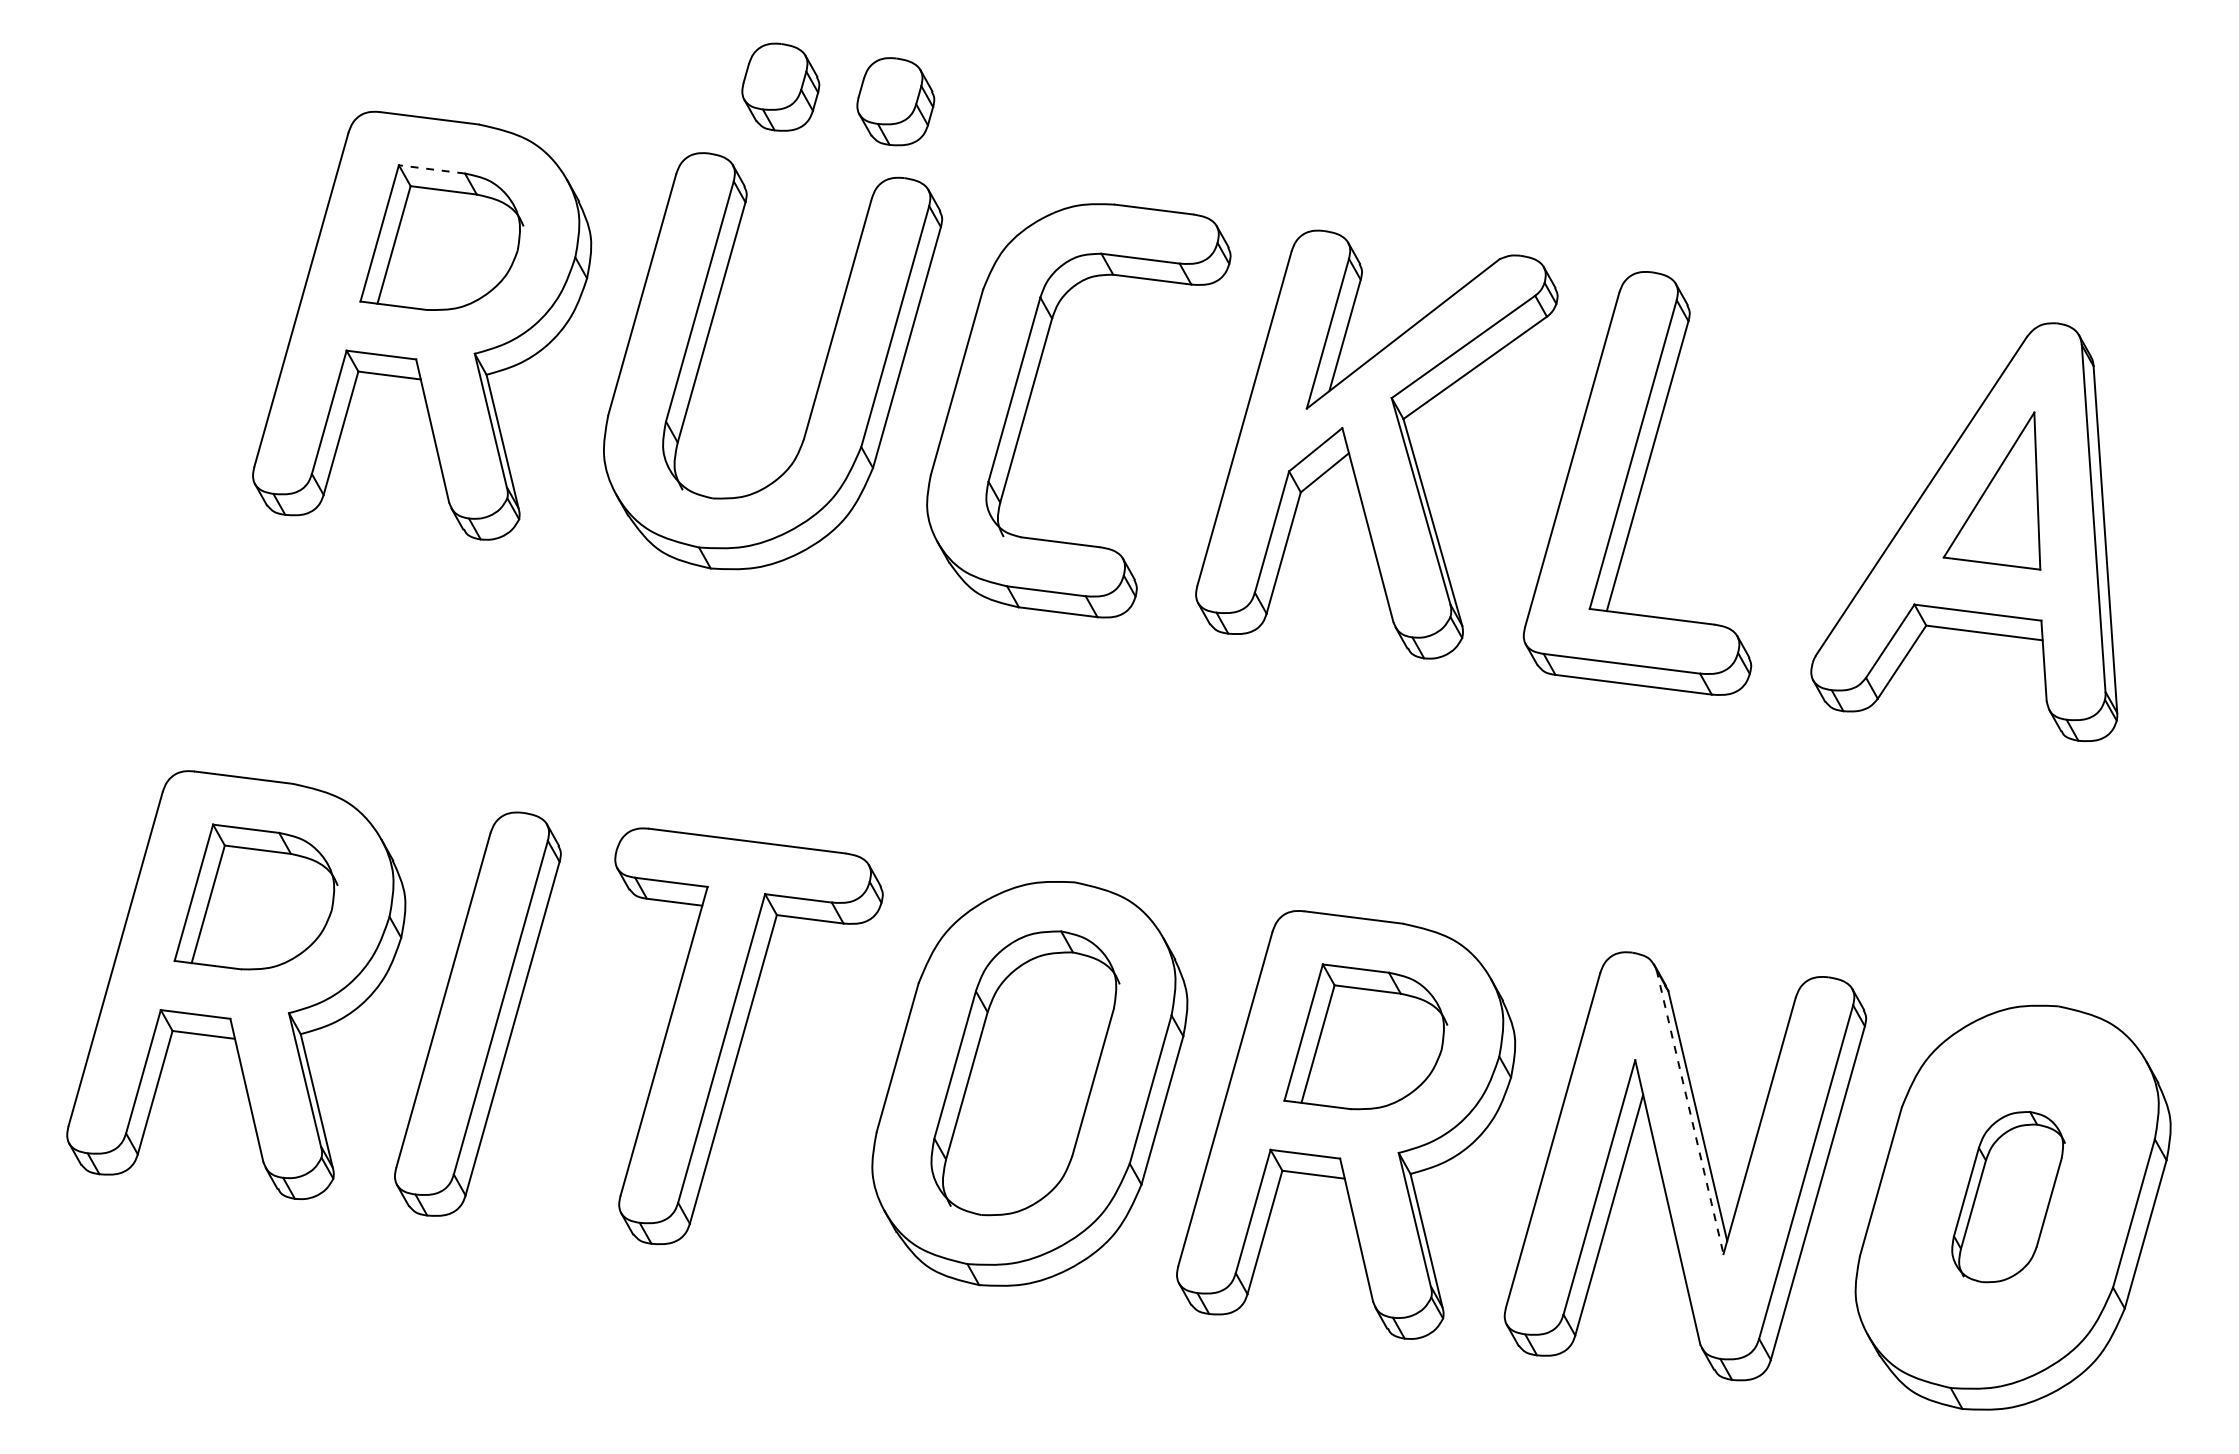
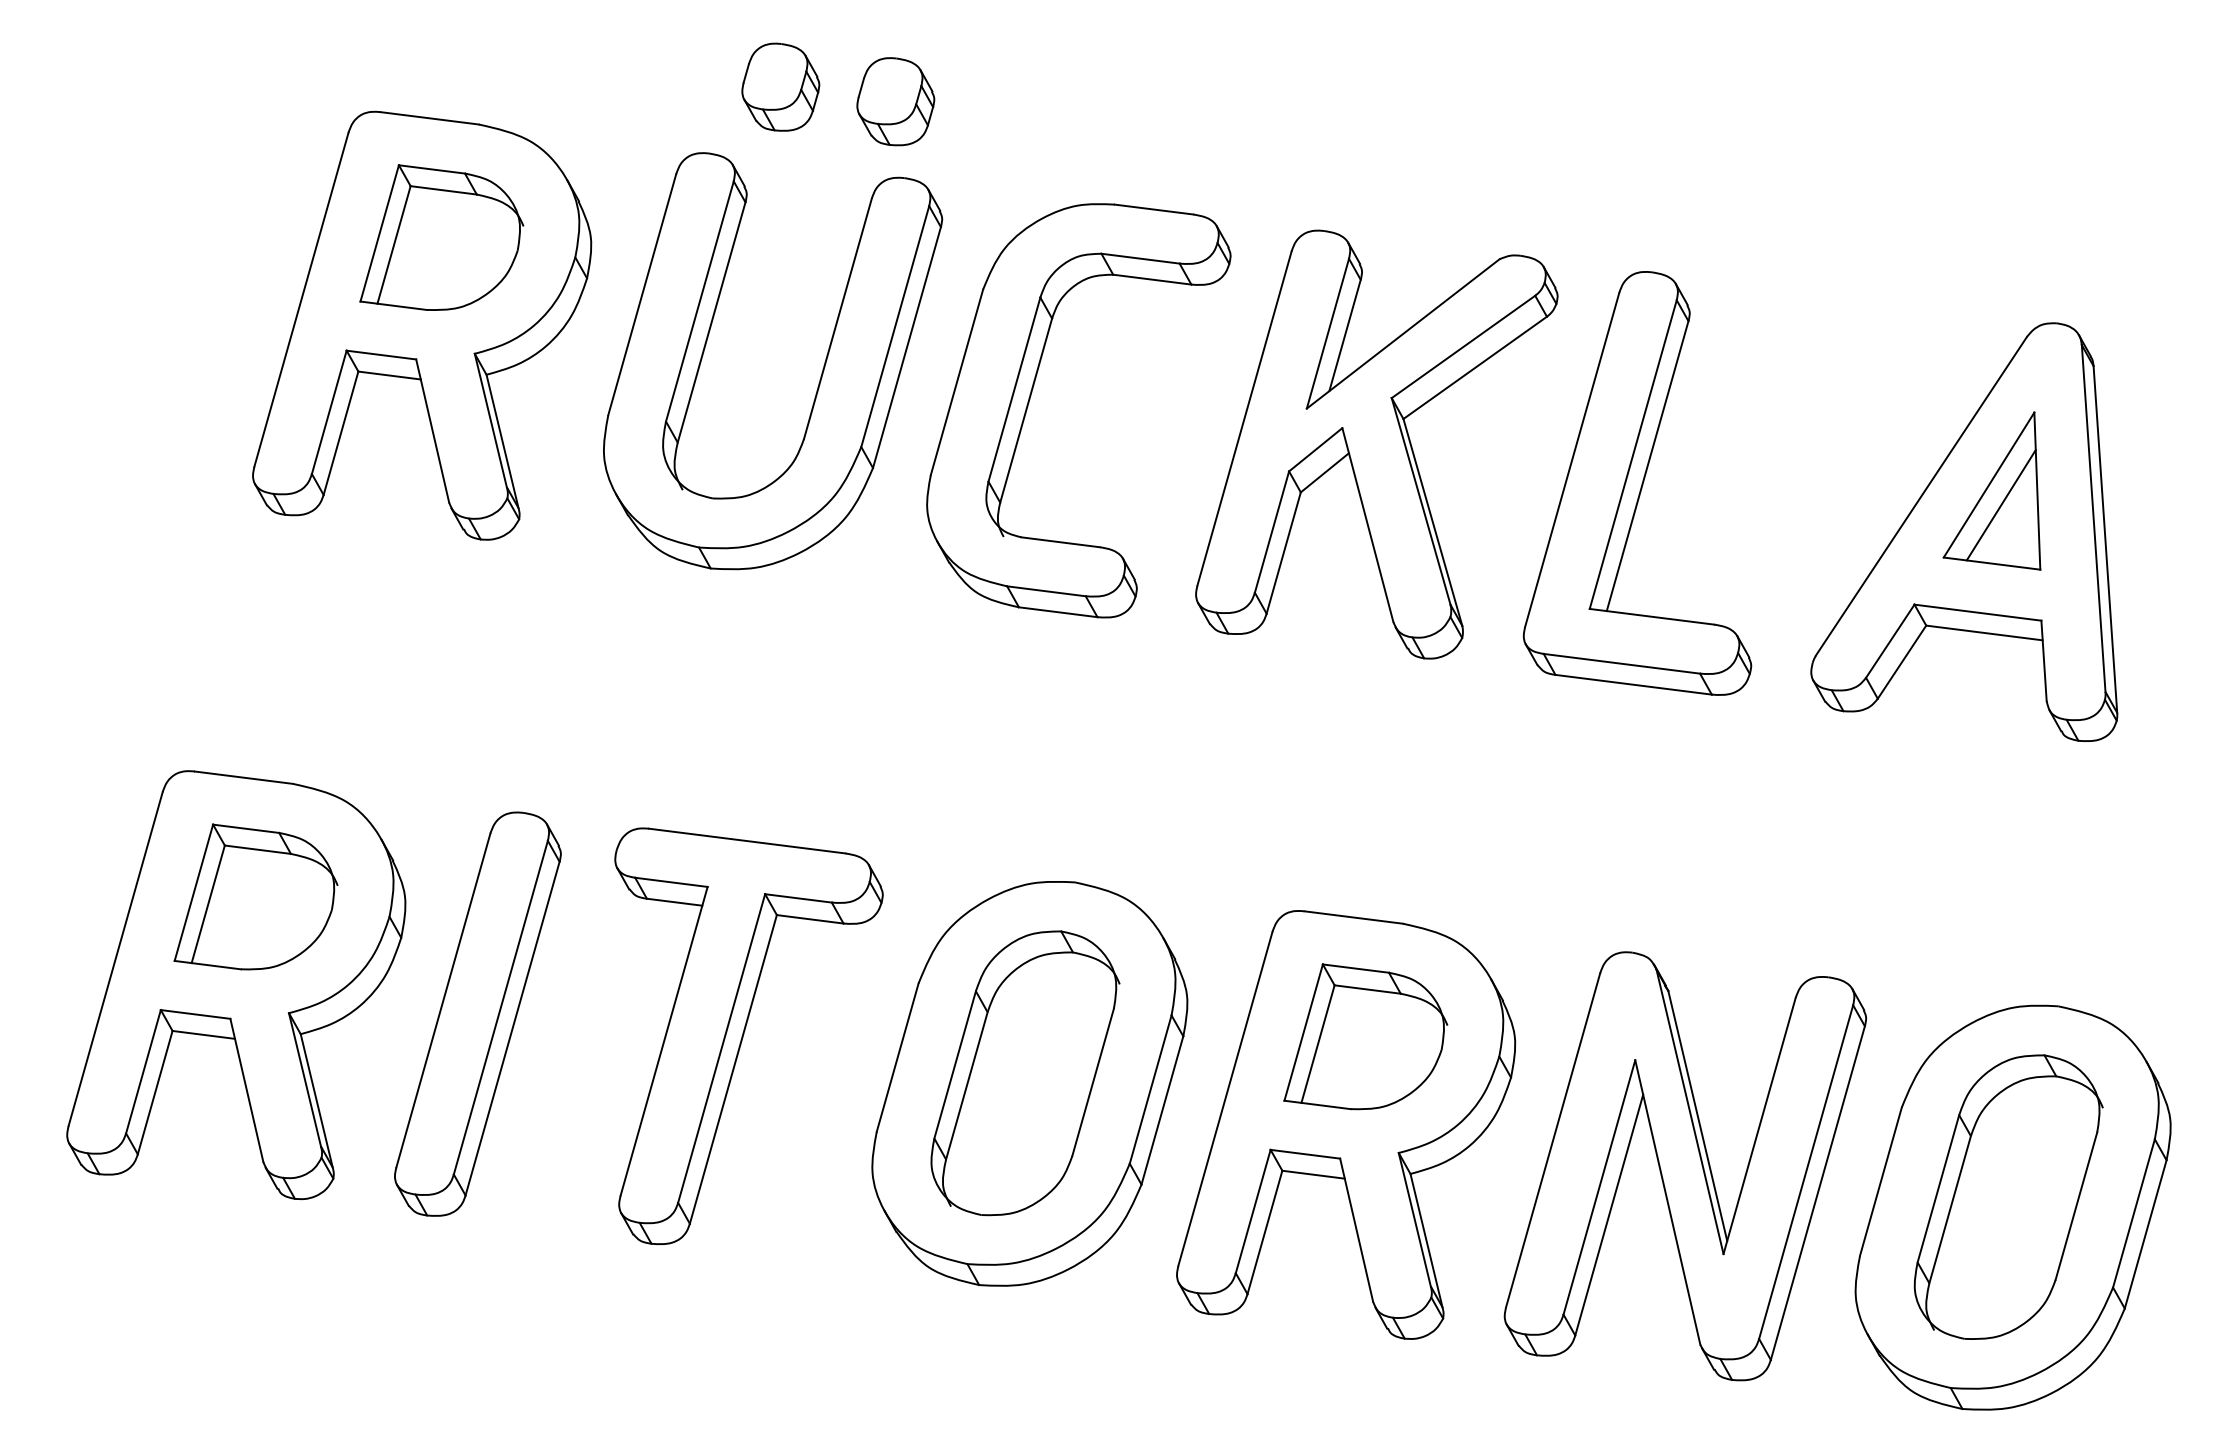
line at (431, 169): dashed -> solid
line at (2000, 505): none -> present
line at (1690, 1112): dashed -> solid
part at (2008, 1197) size: 115x173 px -> 191x286 px
